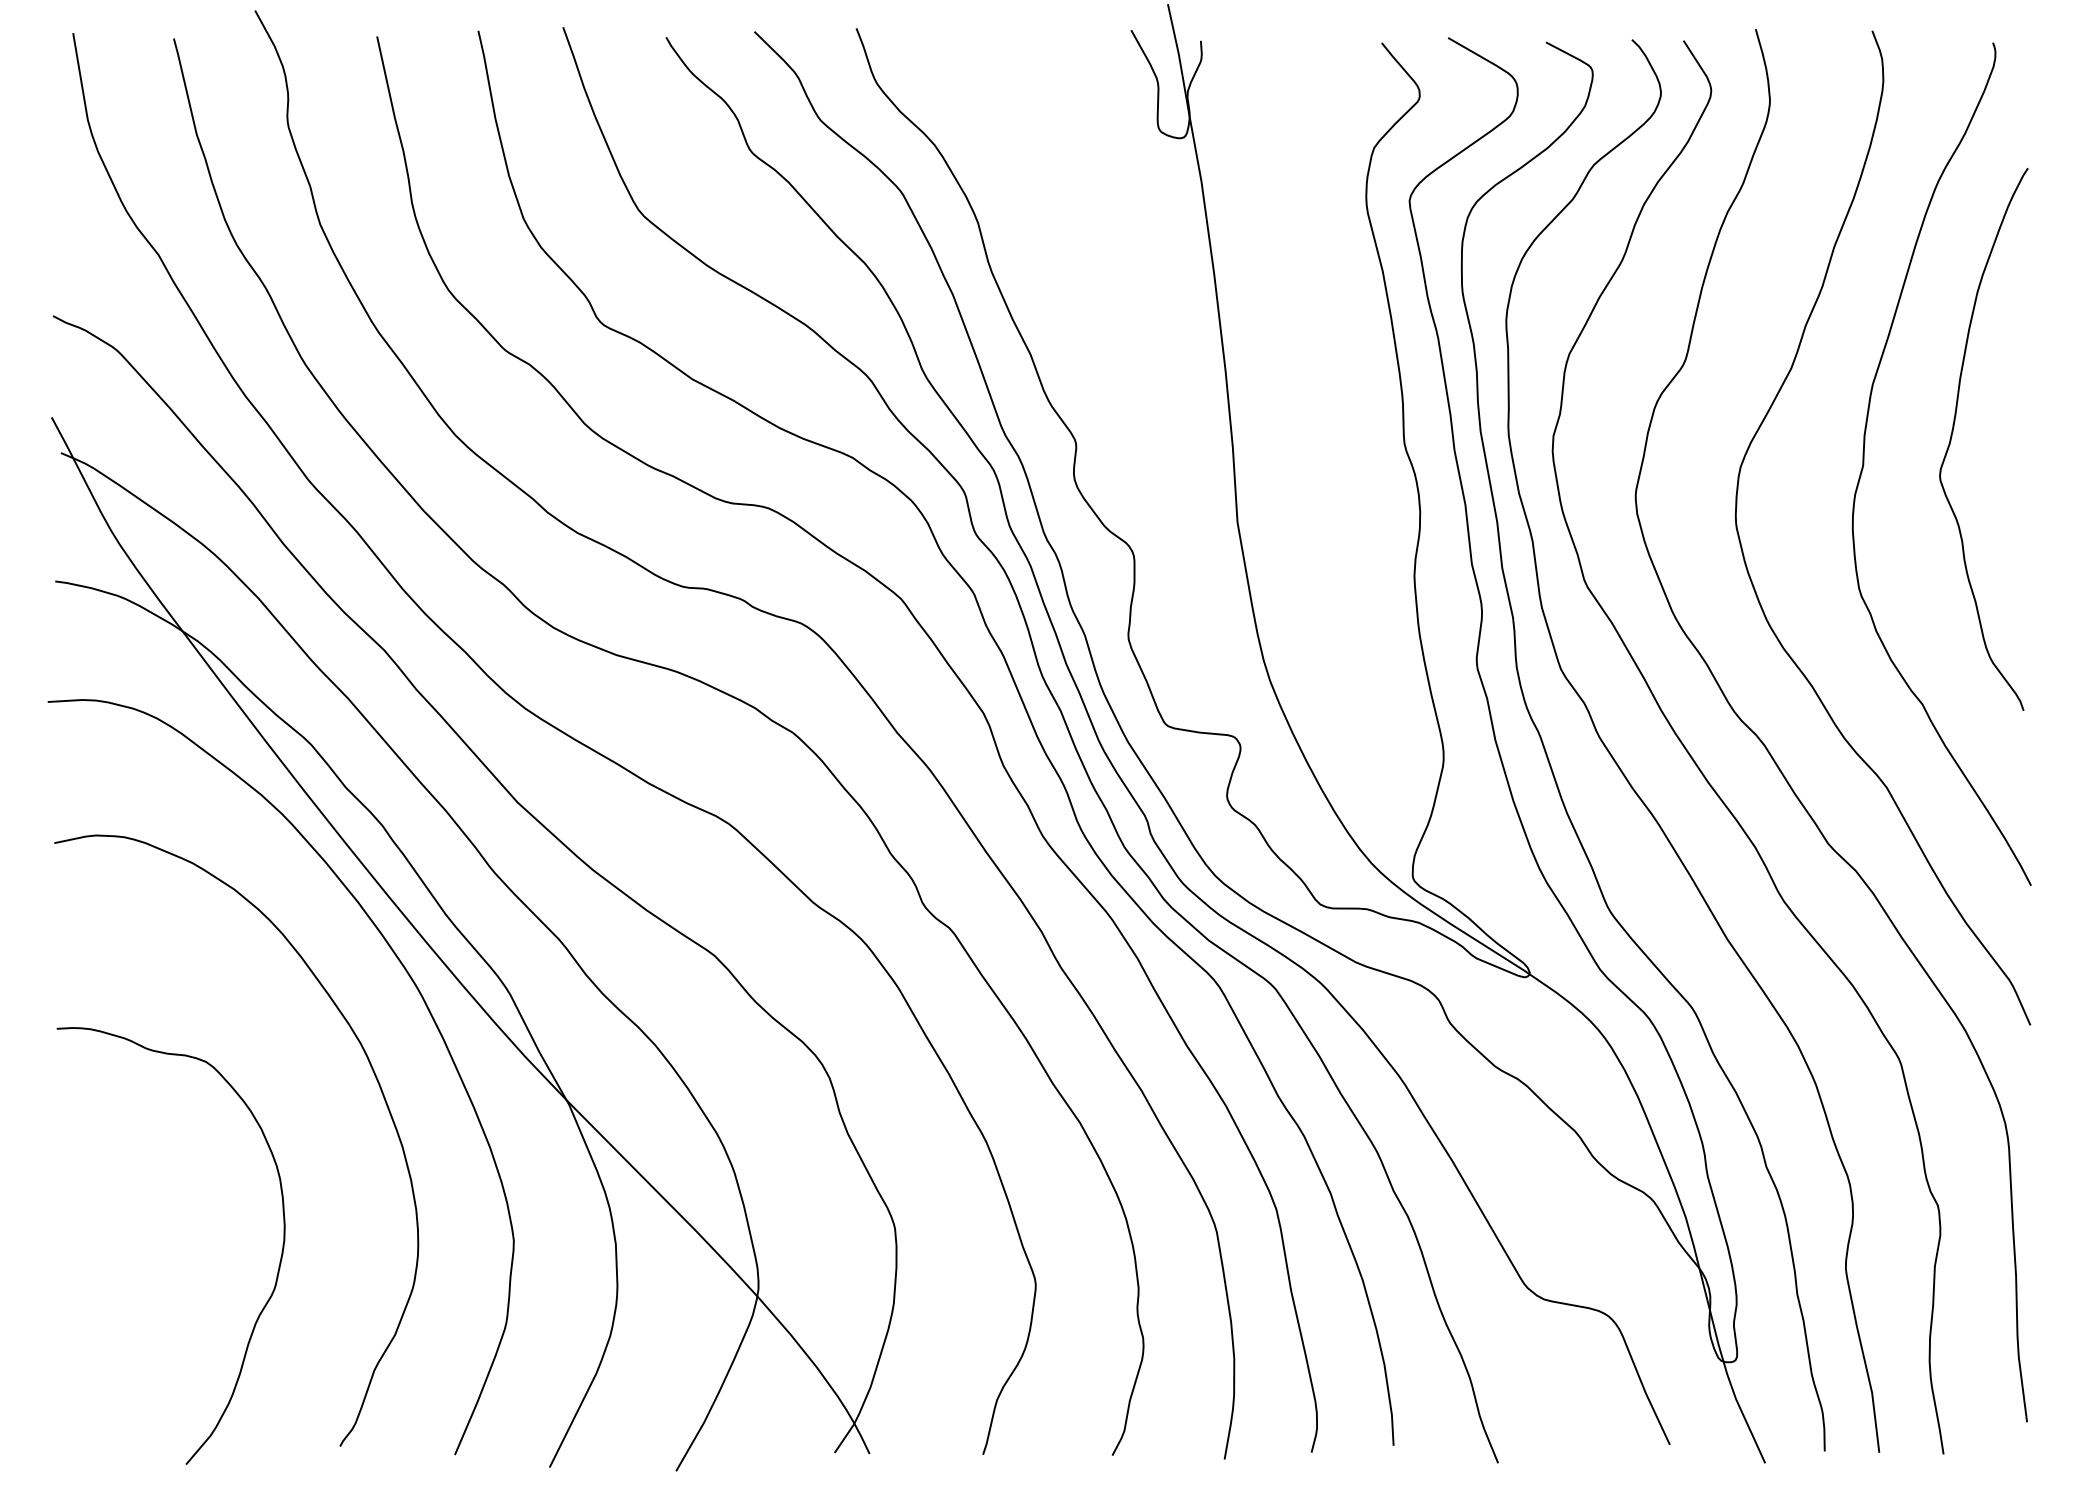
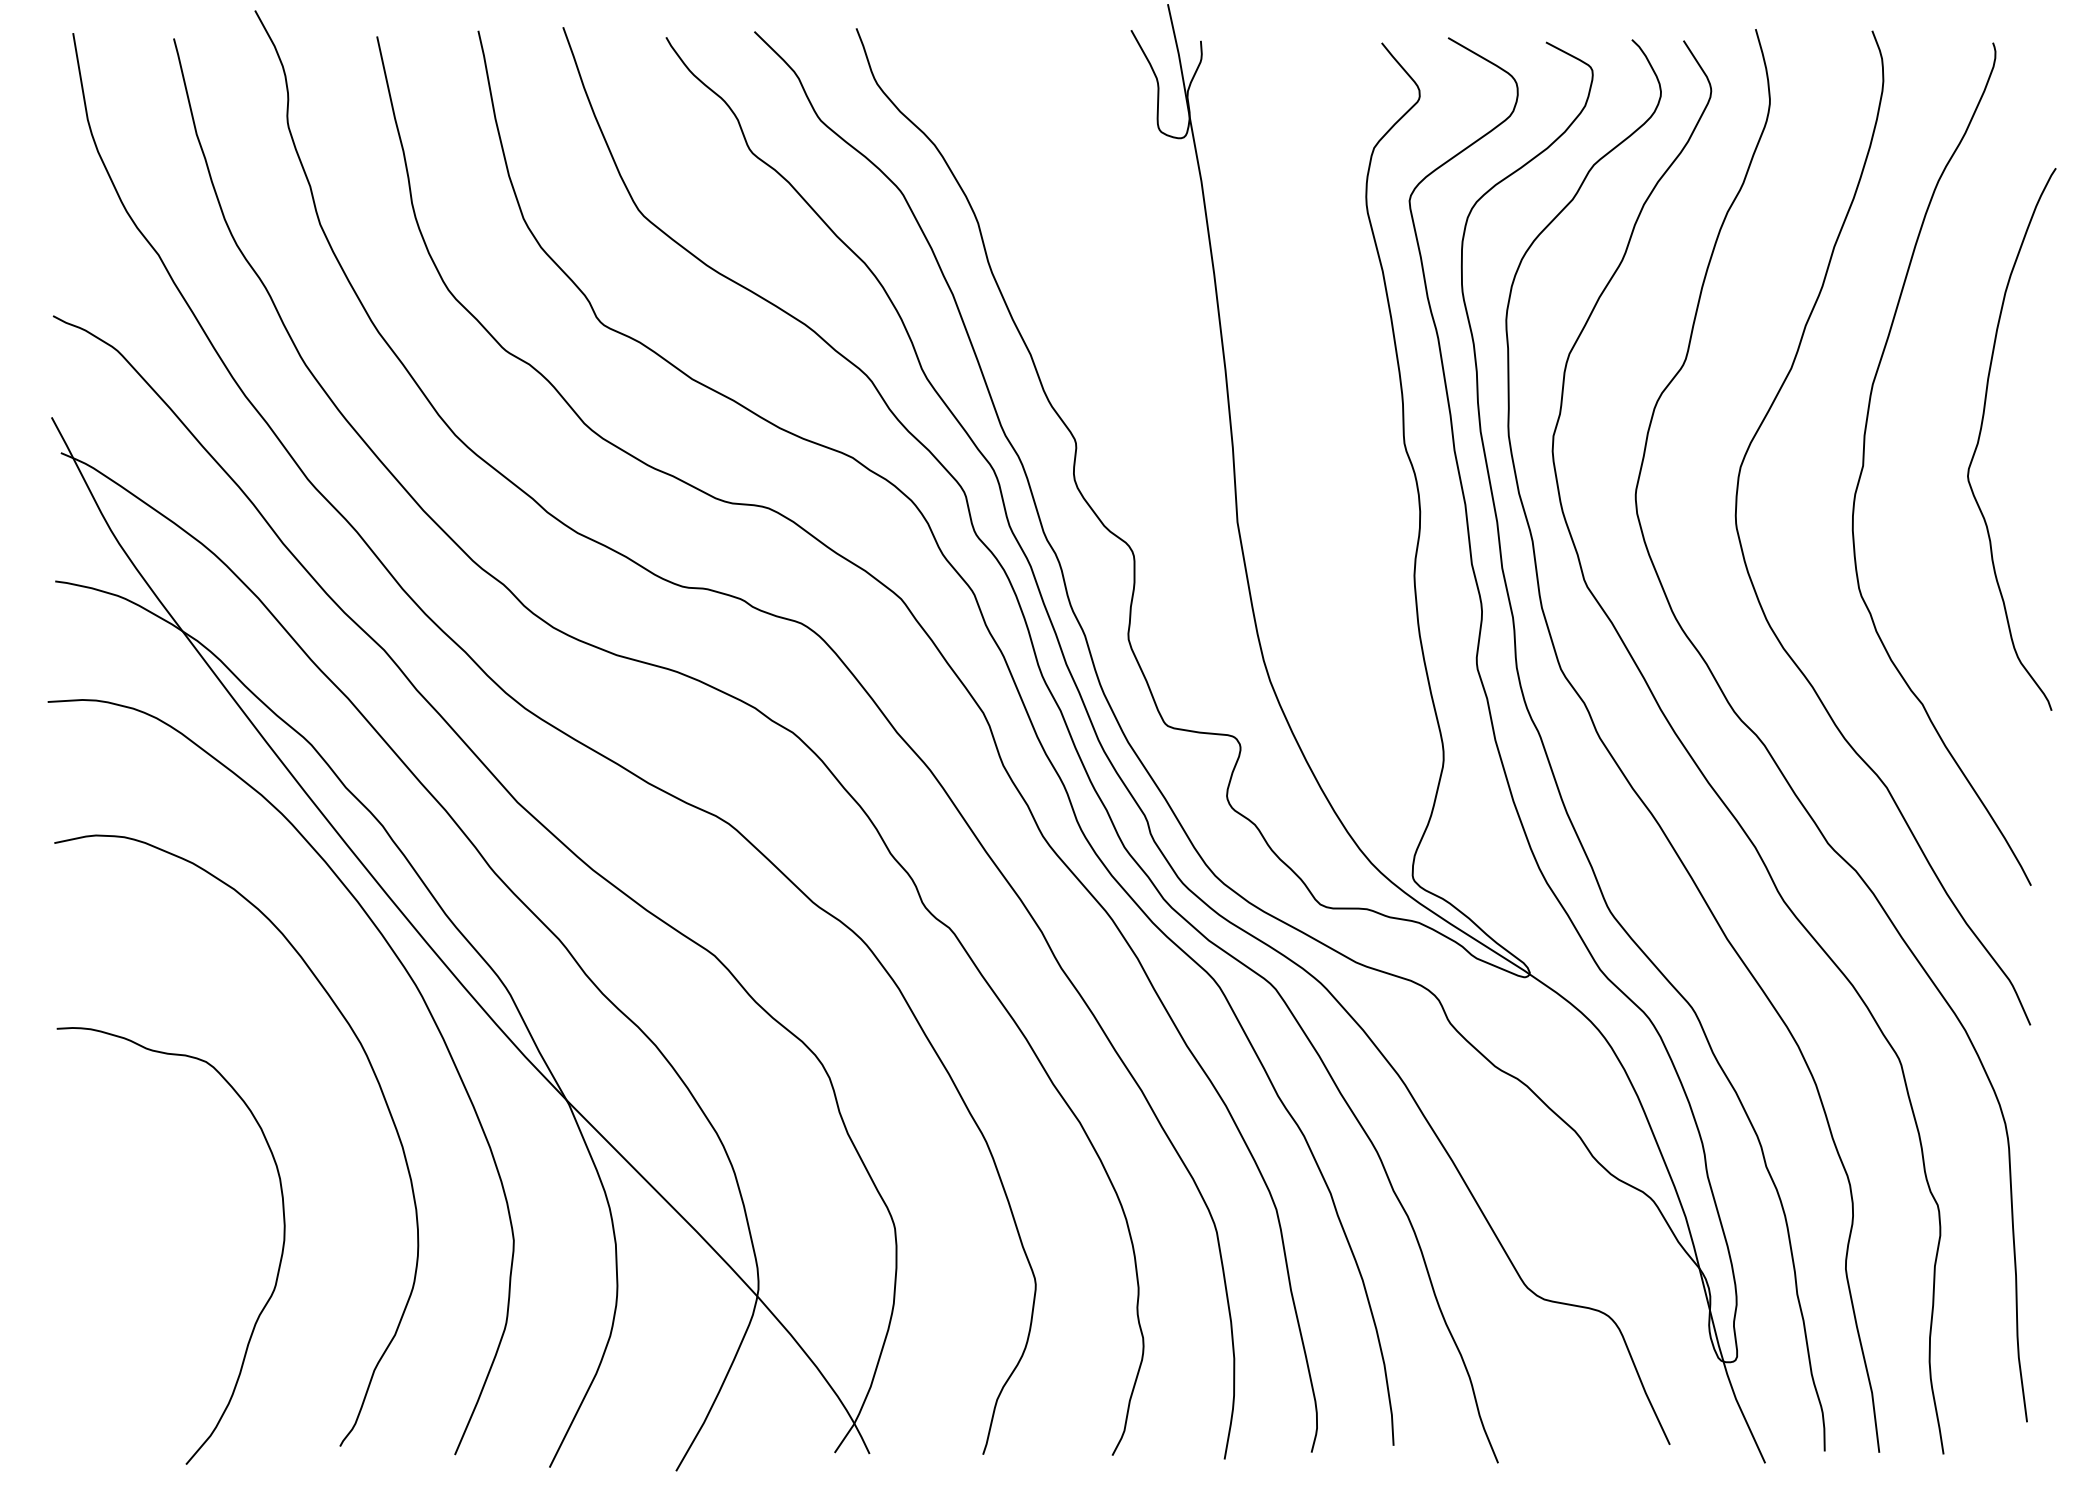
curve at (1953, 432) position: (1953, 432) -> (1981, 432)
